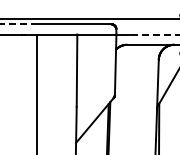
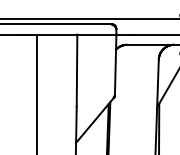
line at (19, 24): dashed -> solid
line at (154, 34): dashed -> solid
